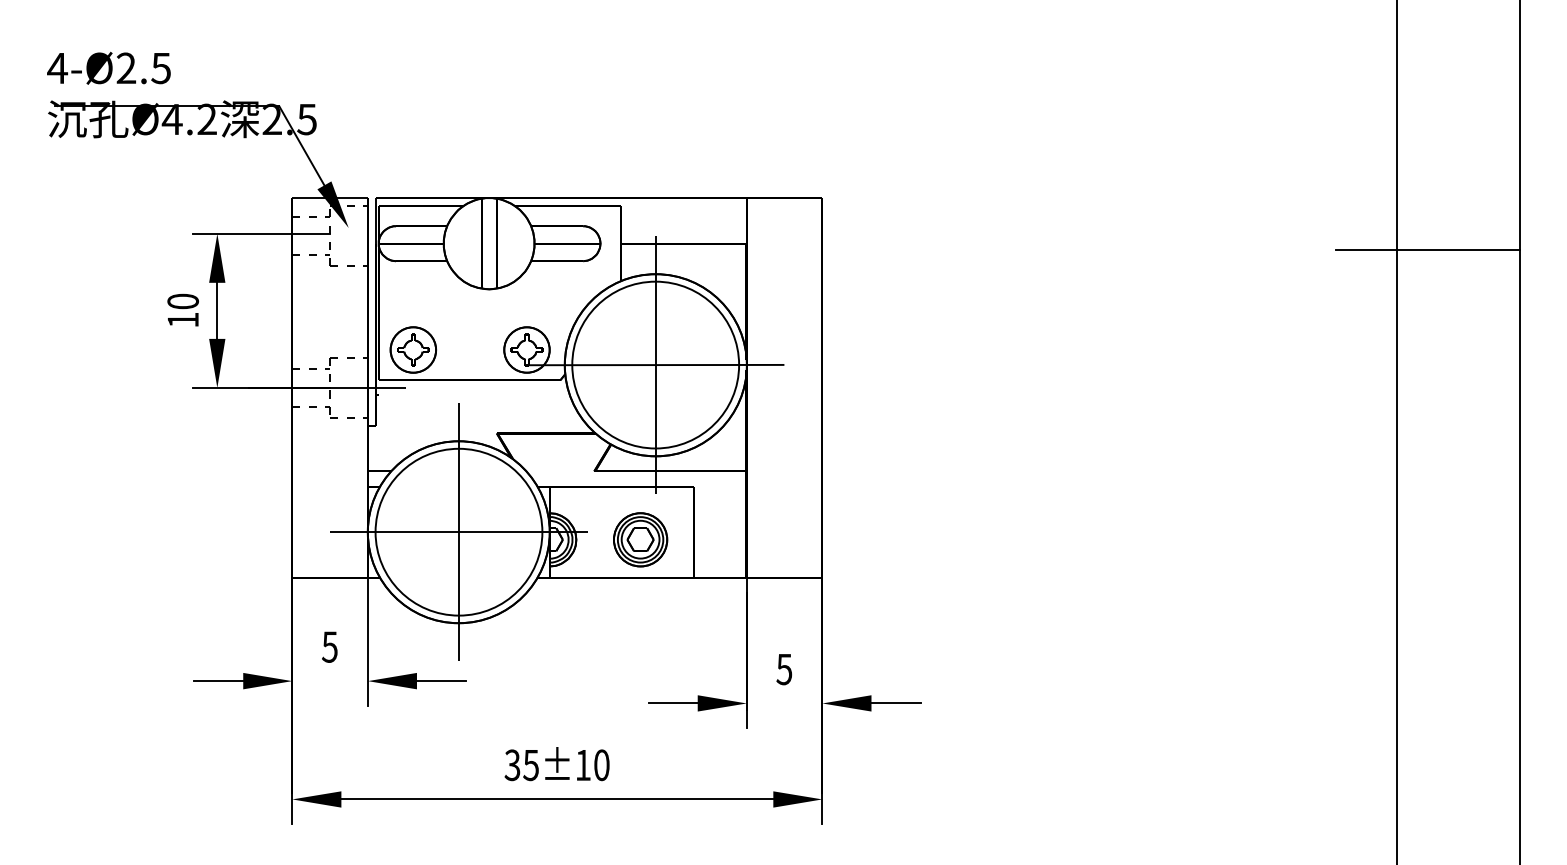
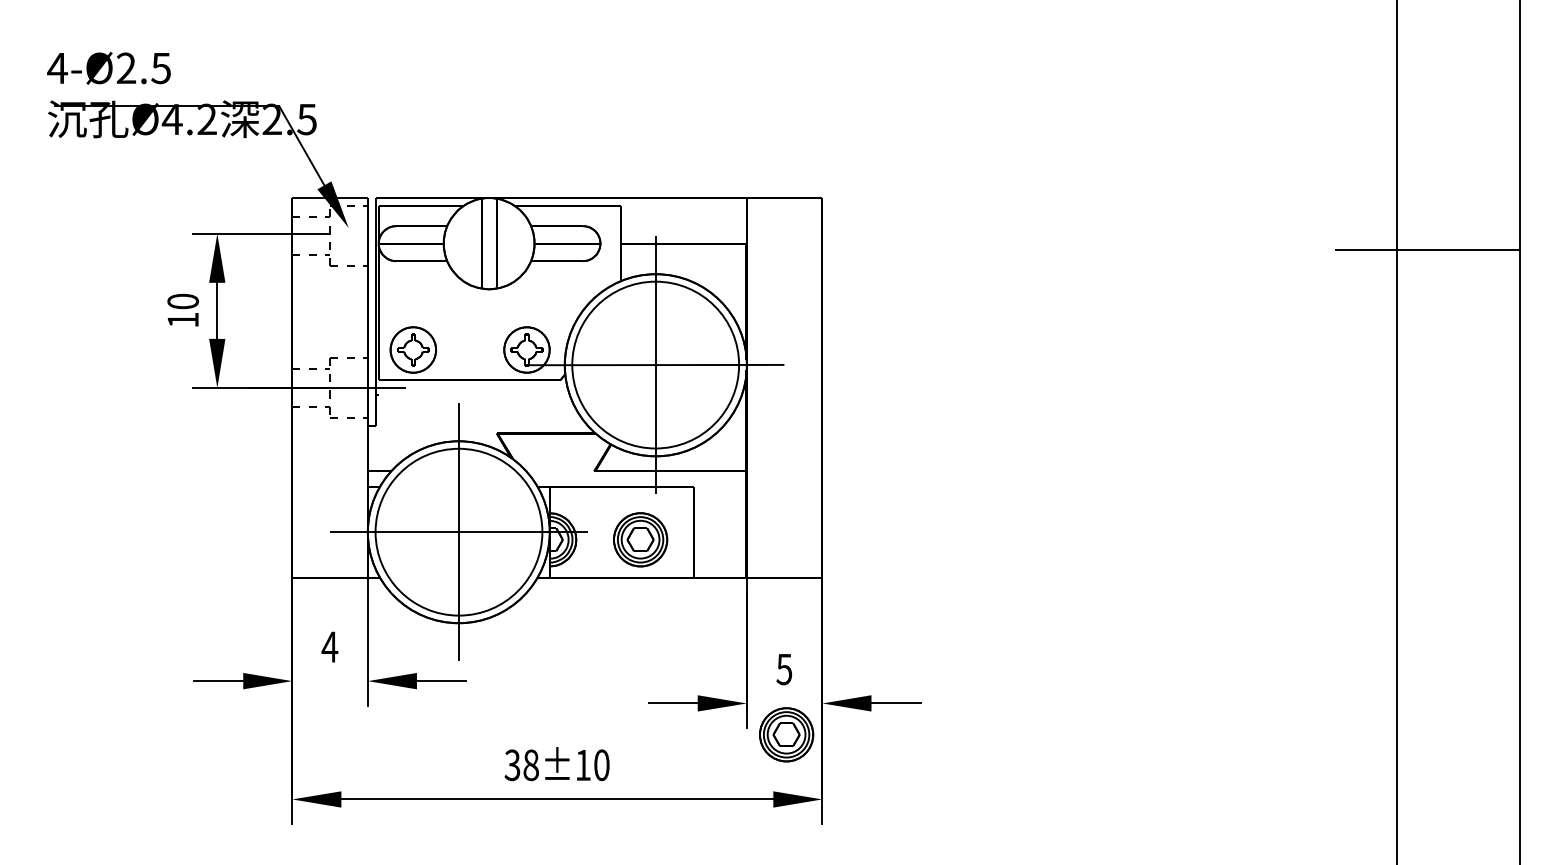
text at (329, 646): 5 -> 4
part at (786, 734): none -> present
text at (530, 764): 35±10 -> 38±10
